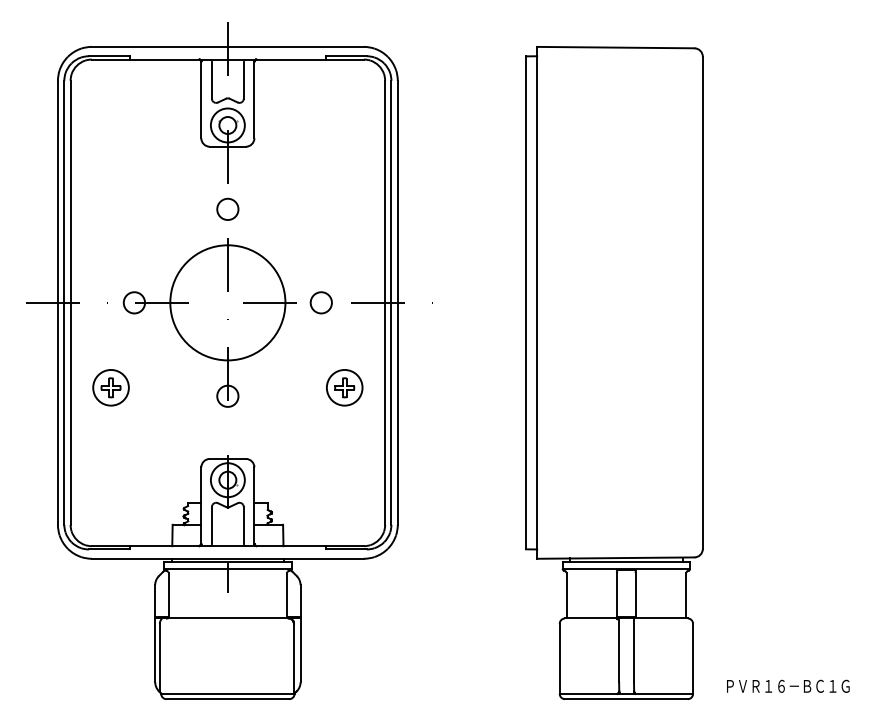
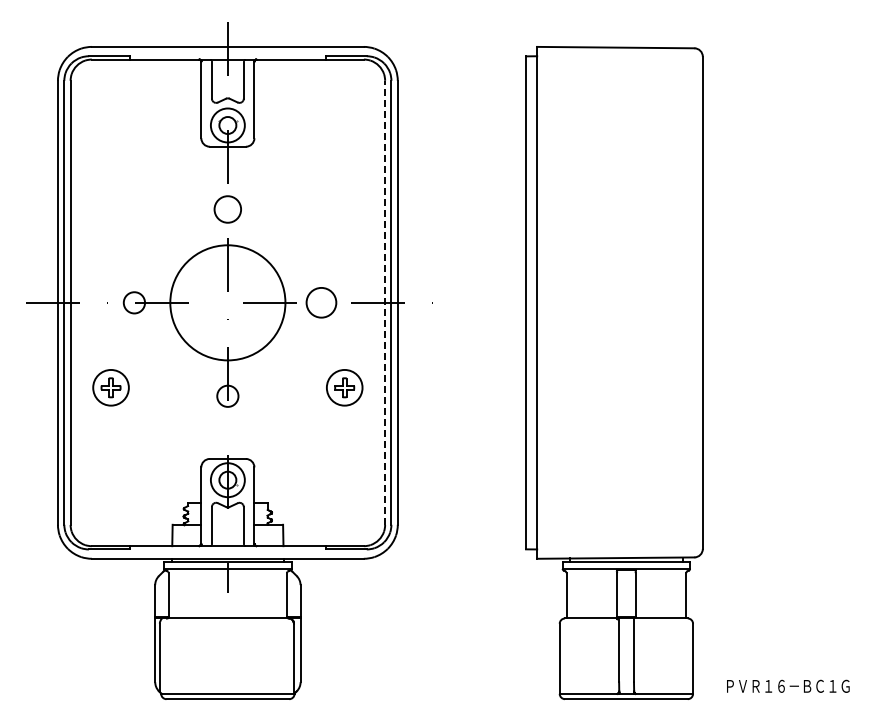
circle at (227, 208) size: 24x24 px -> 29x29 px
circle at (320, 302) size: 24x24 px -> 33x32 px
line at (385, 302): solid -> dashed
